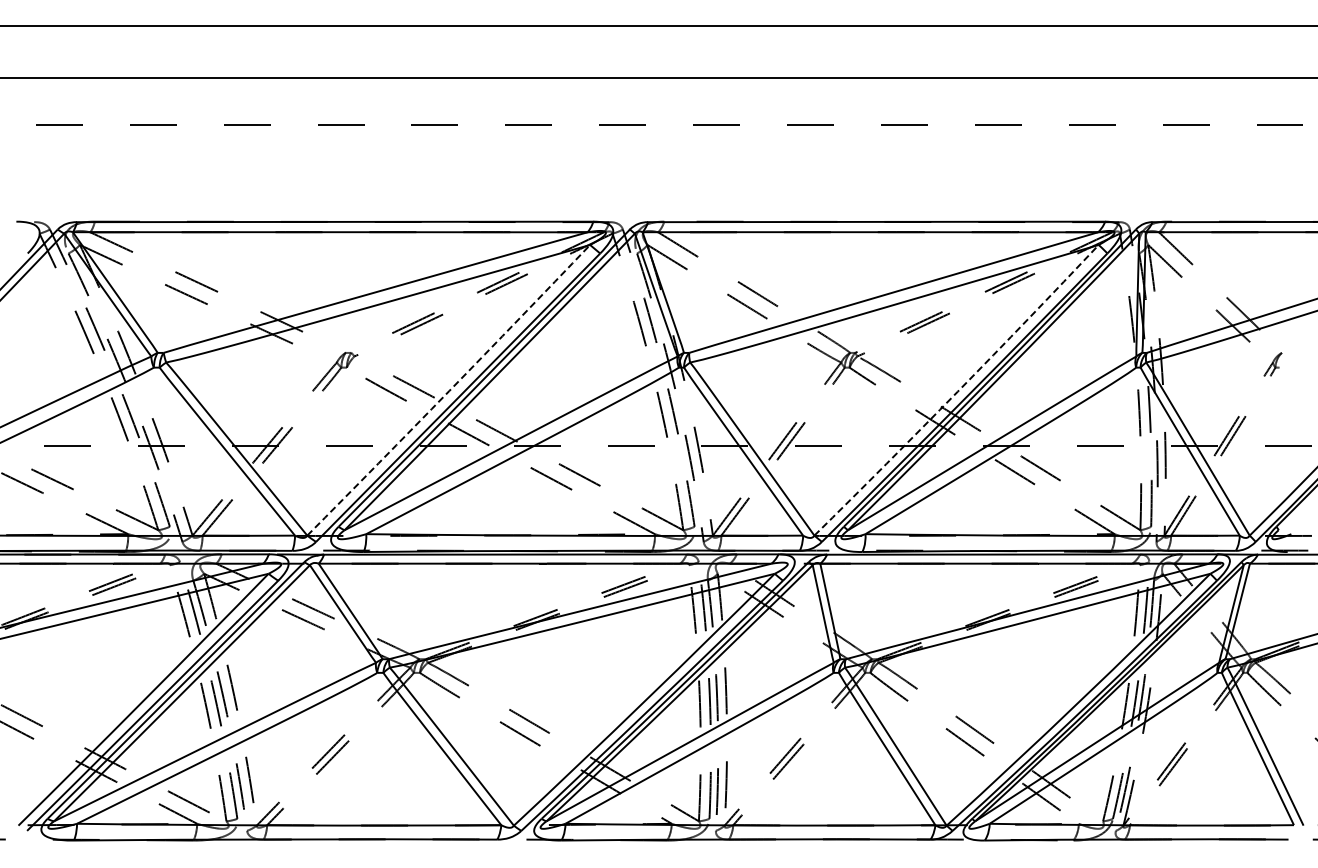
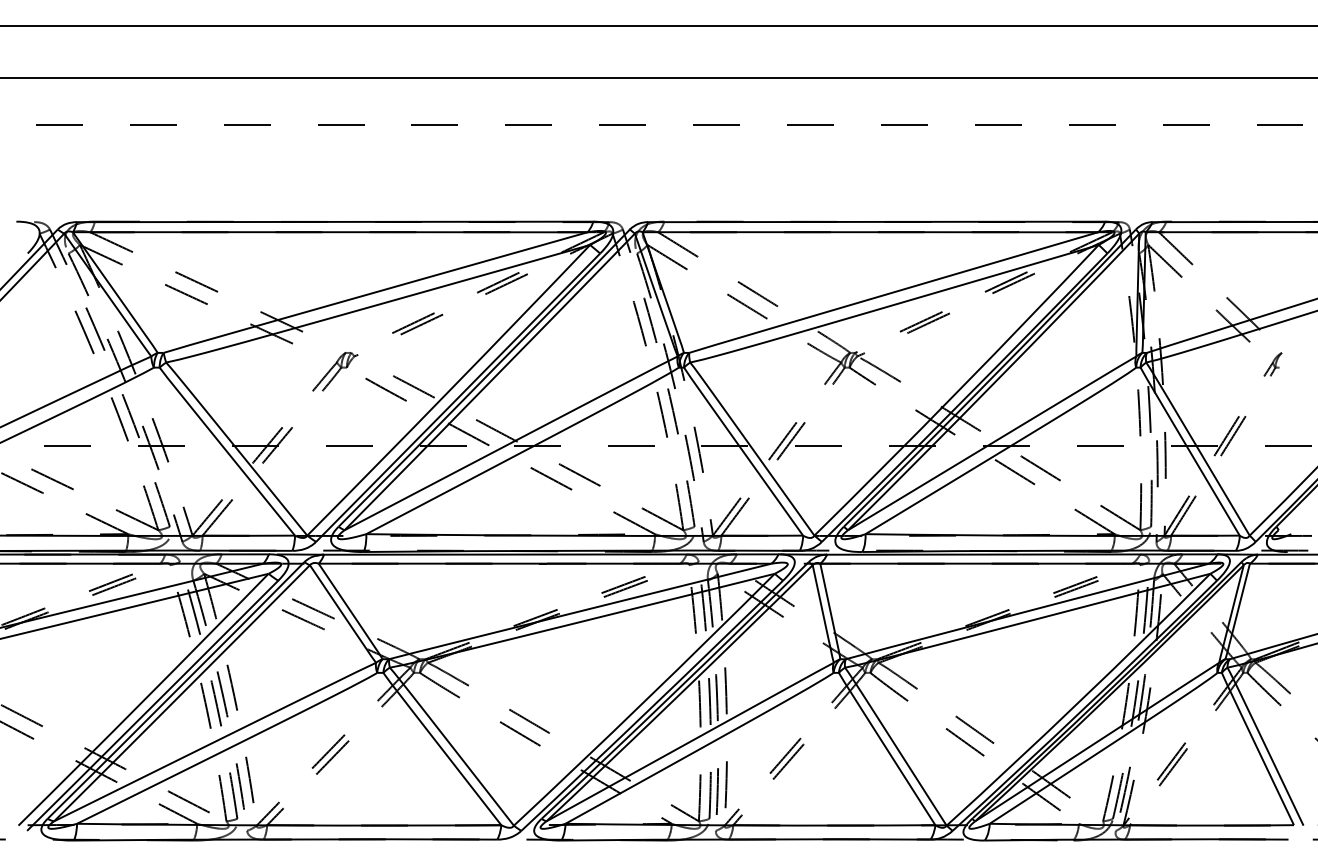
arc at (449, 390): dashed -> solid
arc at (957, 391): dashed -> solid
